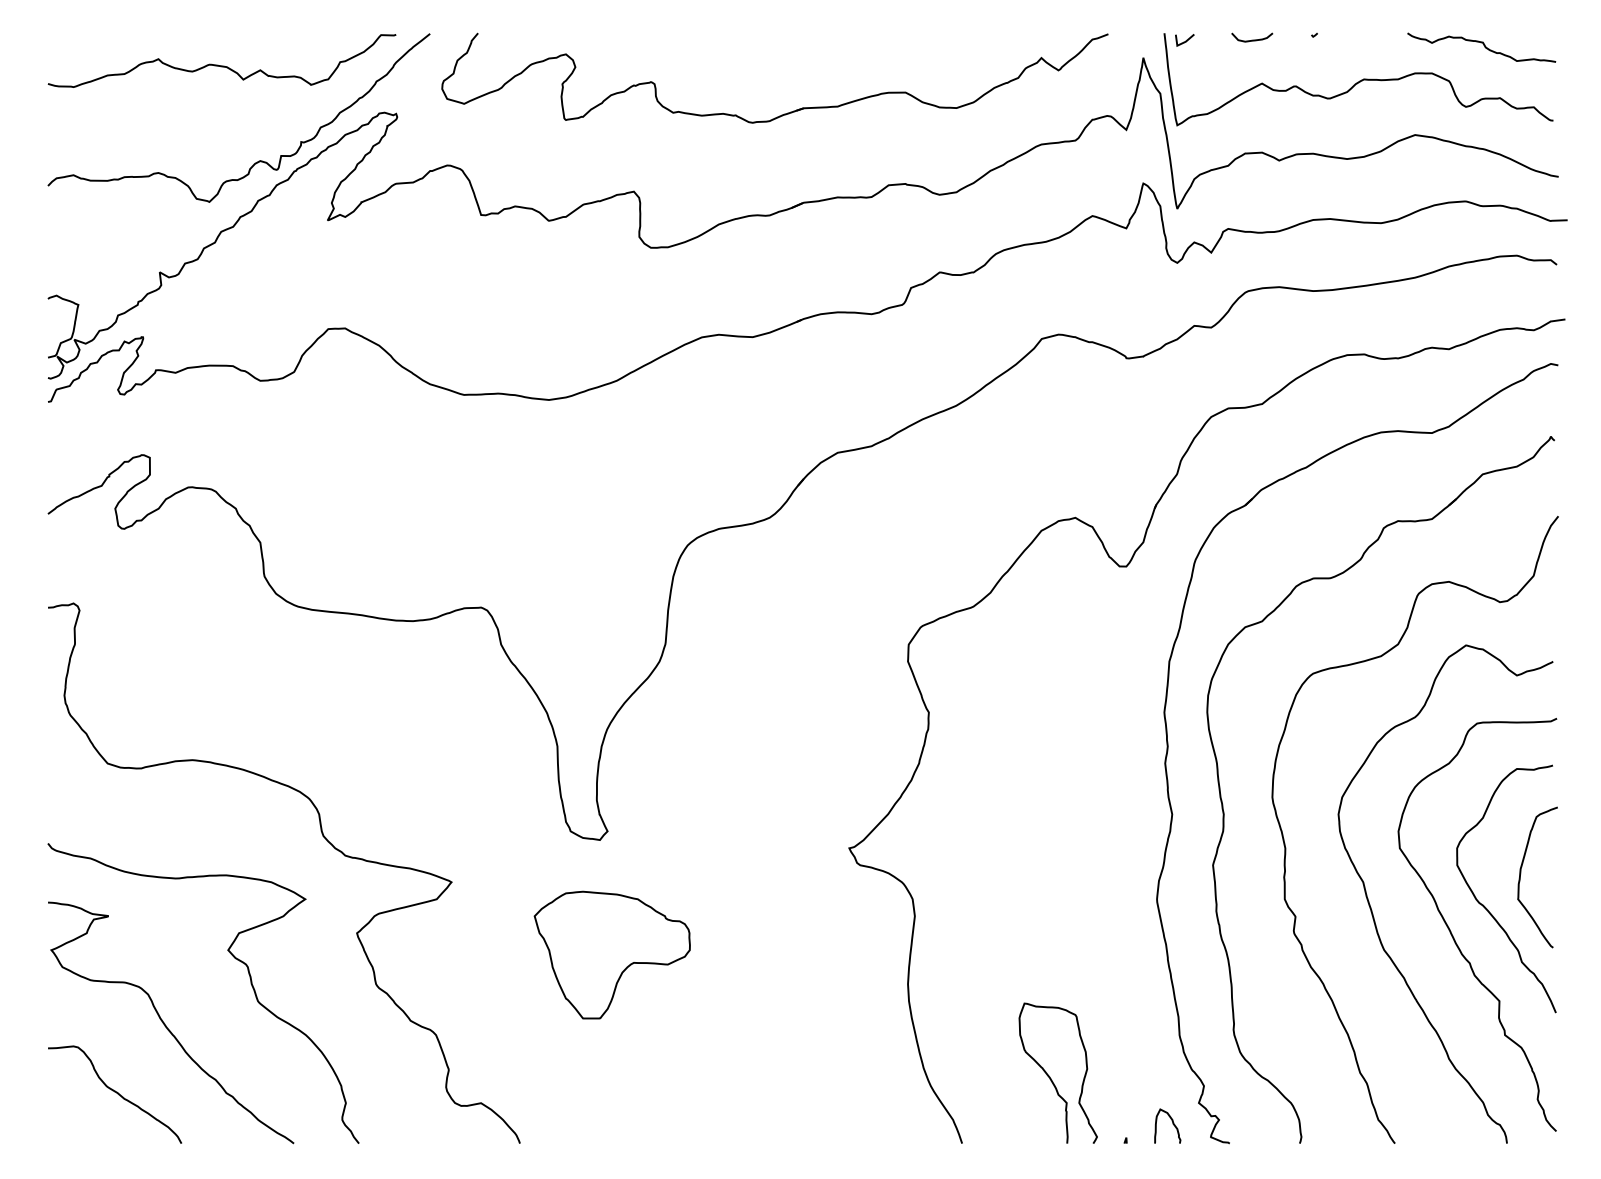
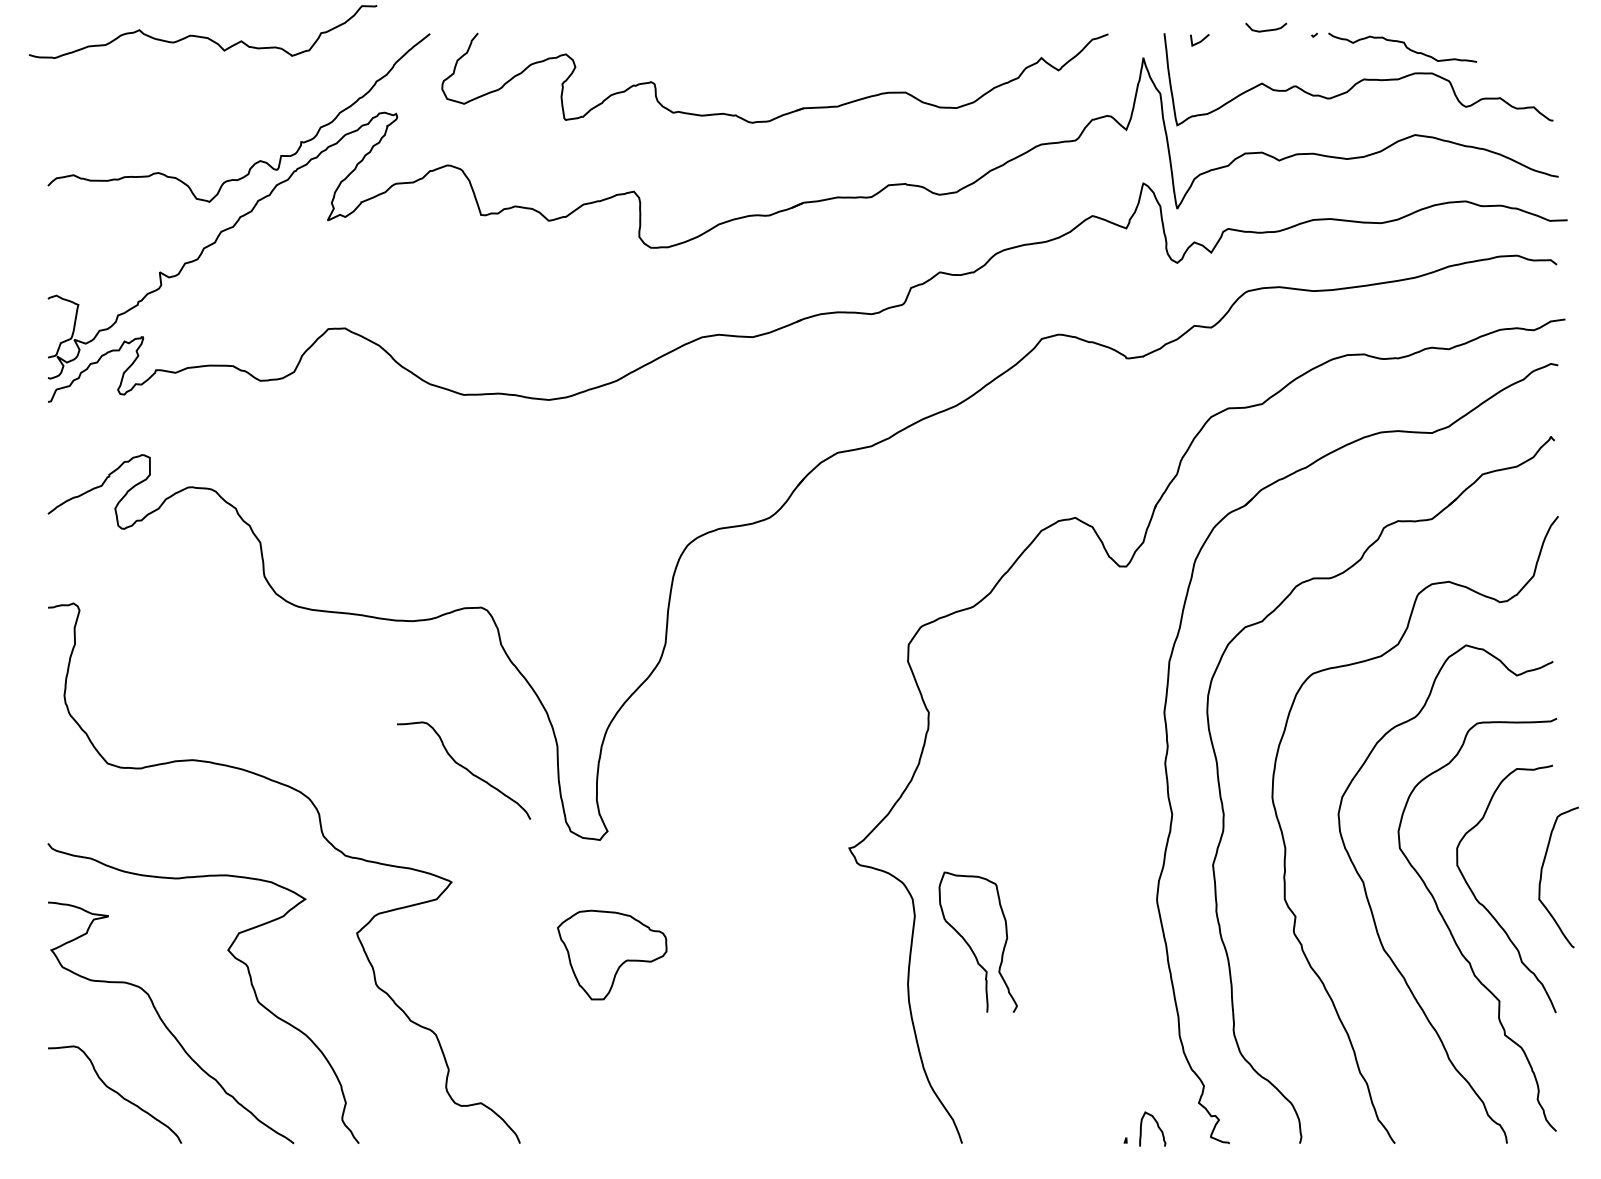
curve at (1252, 39) position: (1252, 39) -> (1266, 29)
line at (1185, 40) position: (1185, 40) -> (1200, 40)
curve at (1483, 45) position: (1483, 45) -> (1404, 45)
curve at (218, 64) position: (218, 64) -> (199, 35)
curve at (465, 769): none -> present
curve at (1521, 874) position: (1521, 874) -> (1542, 874)
part at (611, 954) size: 158x130 px -> 111x92 px
curve at (1050, 1076) position: (1050, 1076) -> (970, 945)
curve at (1172, 1124) position: (1172, 1124) -> (1157, 1127)
